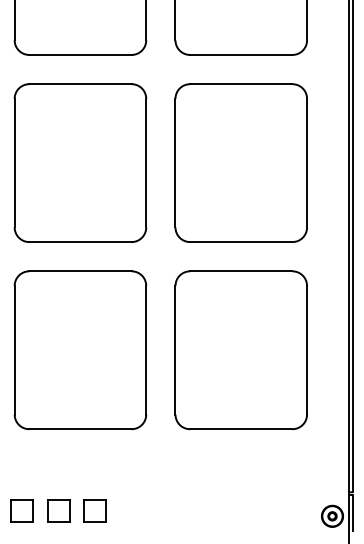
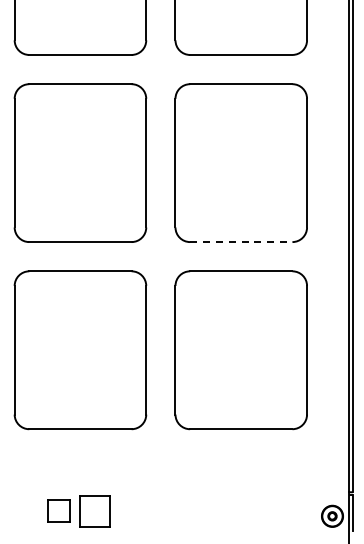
line at (241, 242): solid -> dashed
part at (21, 510): present -> none
part at (94, 510) size: 24x24 px -> 32x33 px
